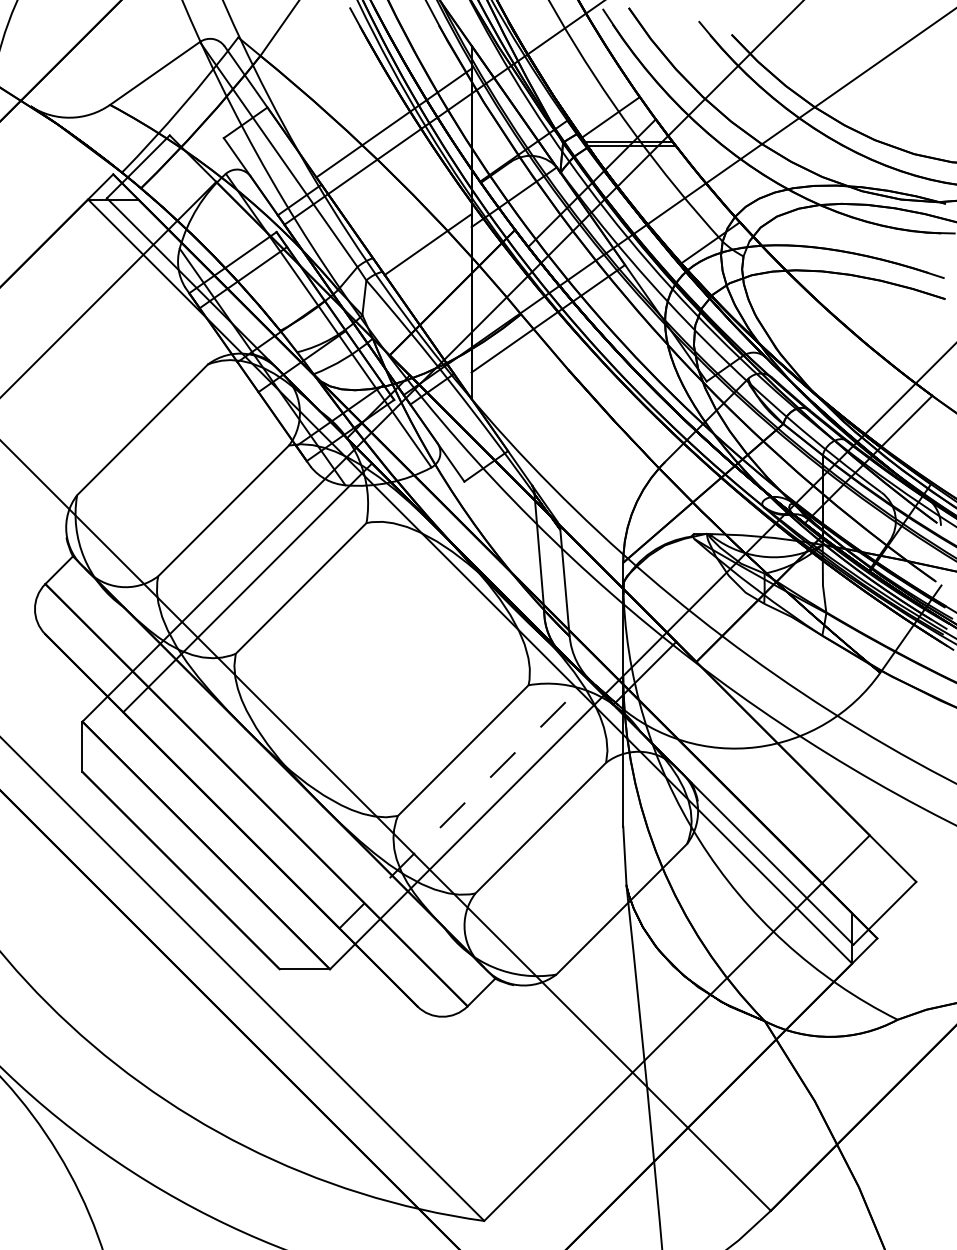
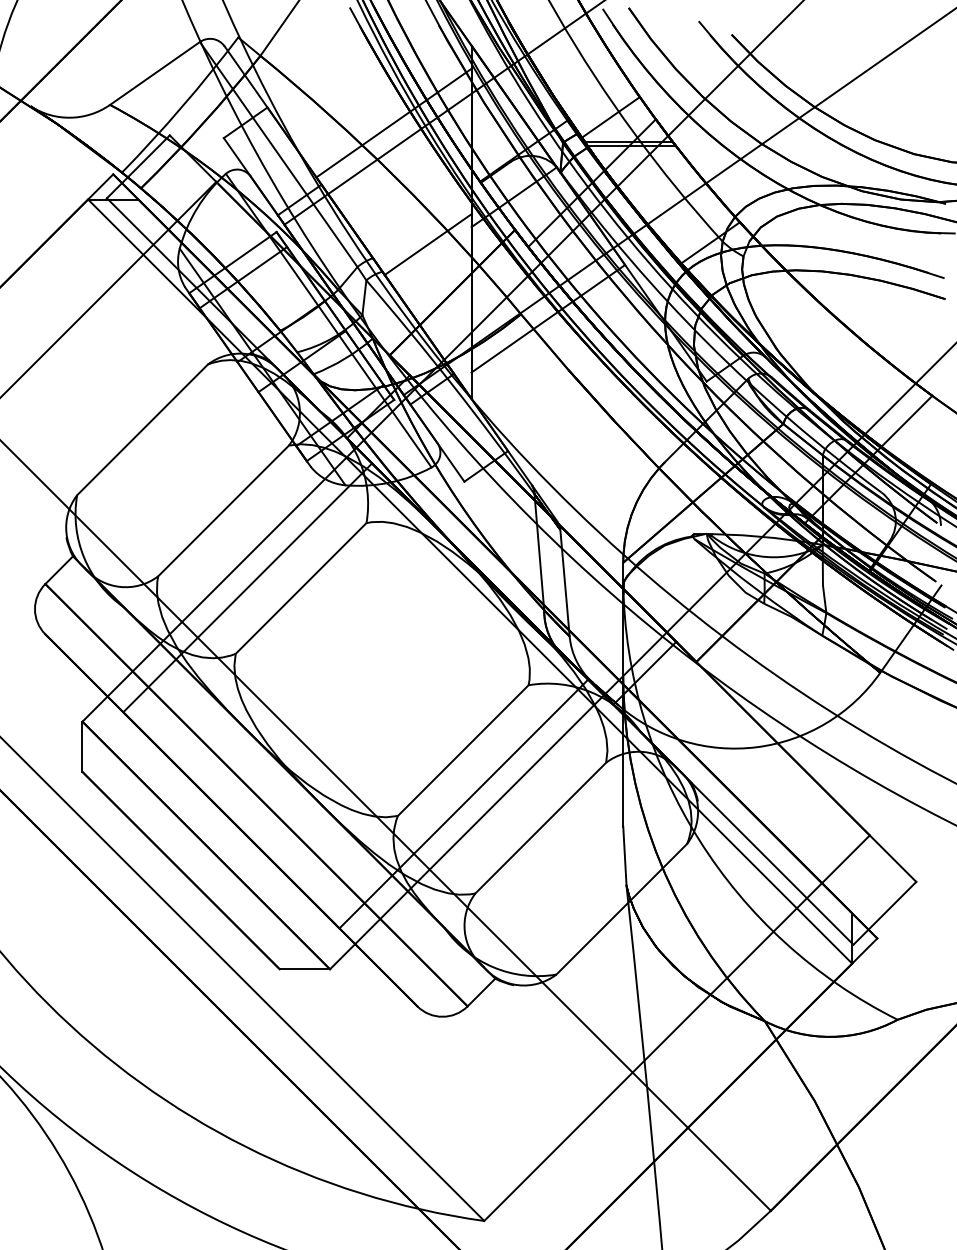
line at (463, 804): dashed -> solid
